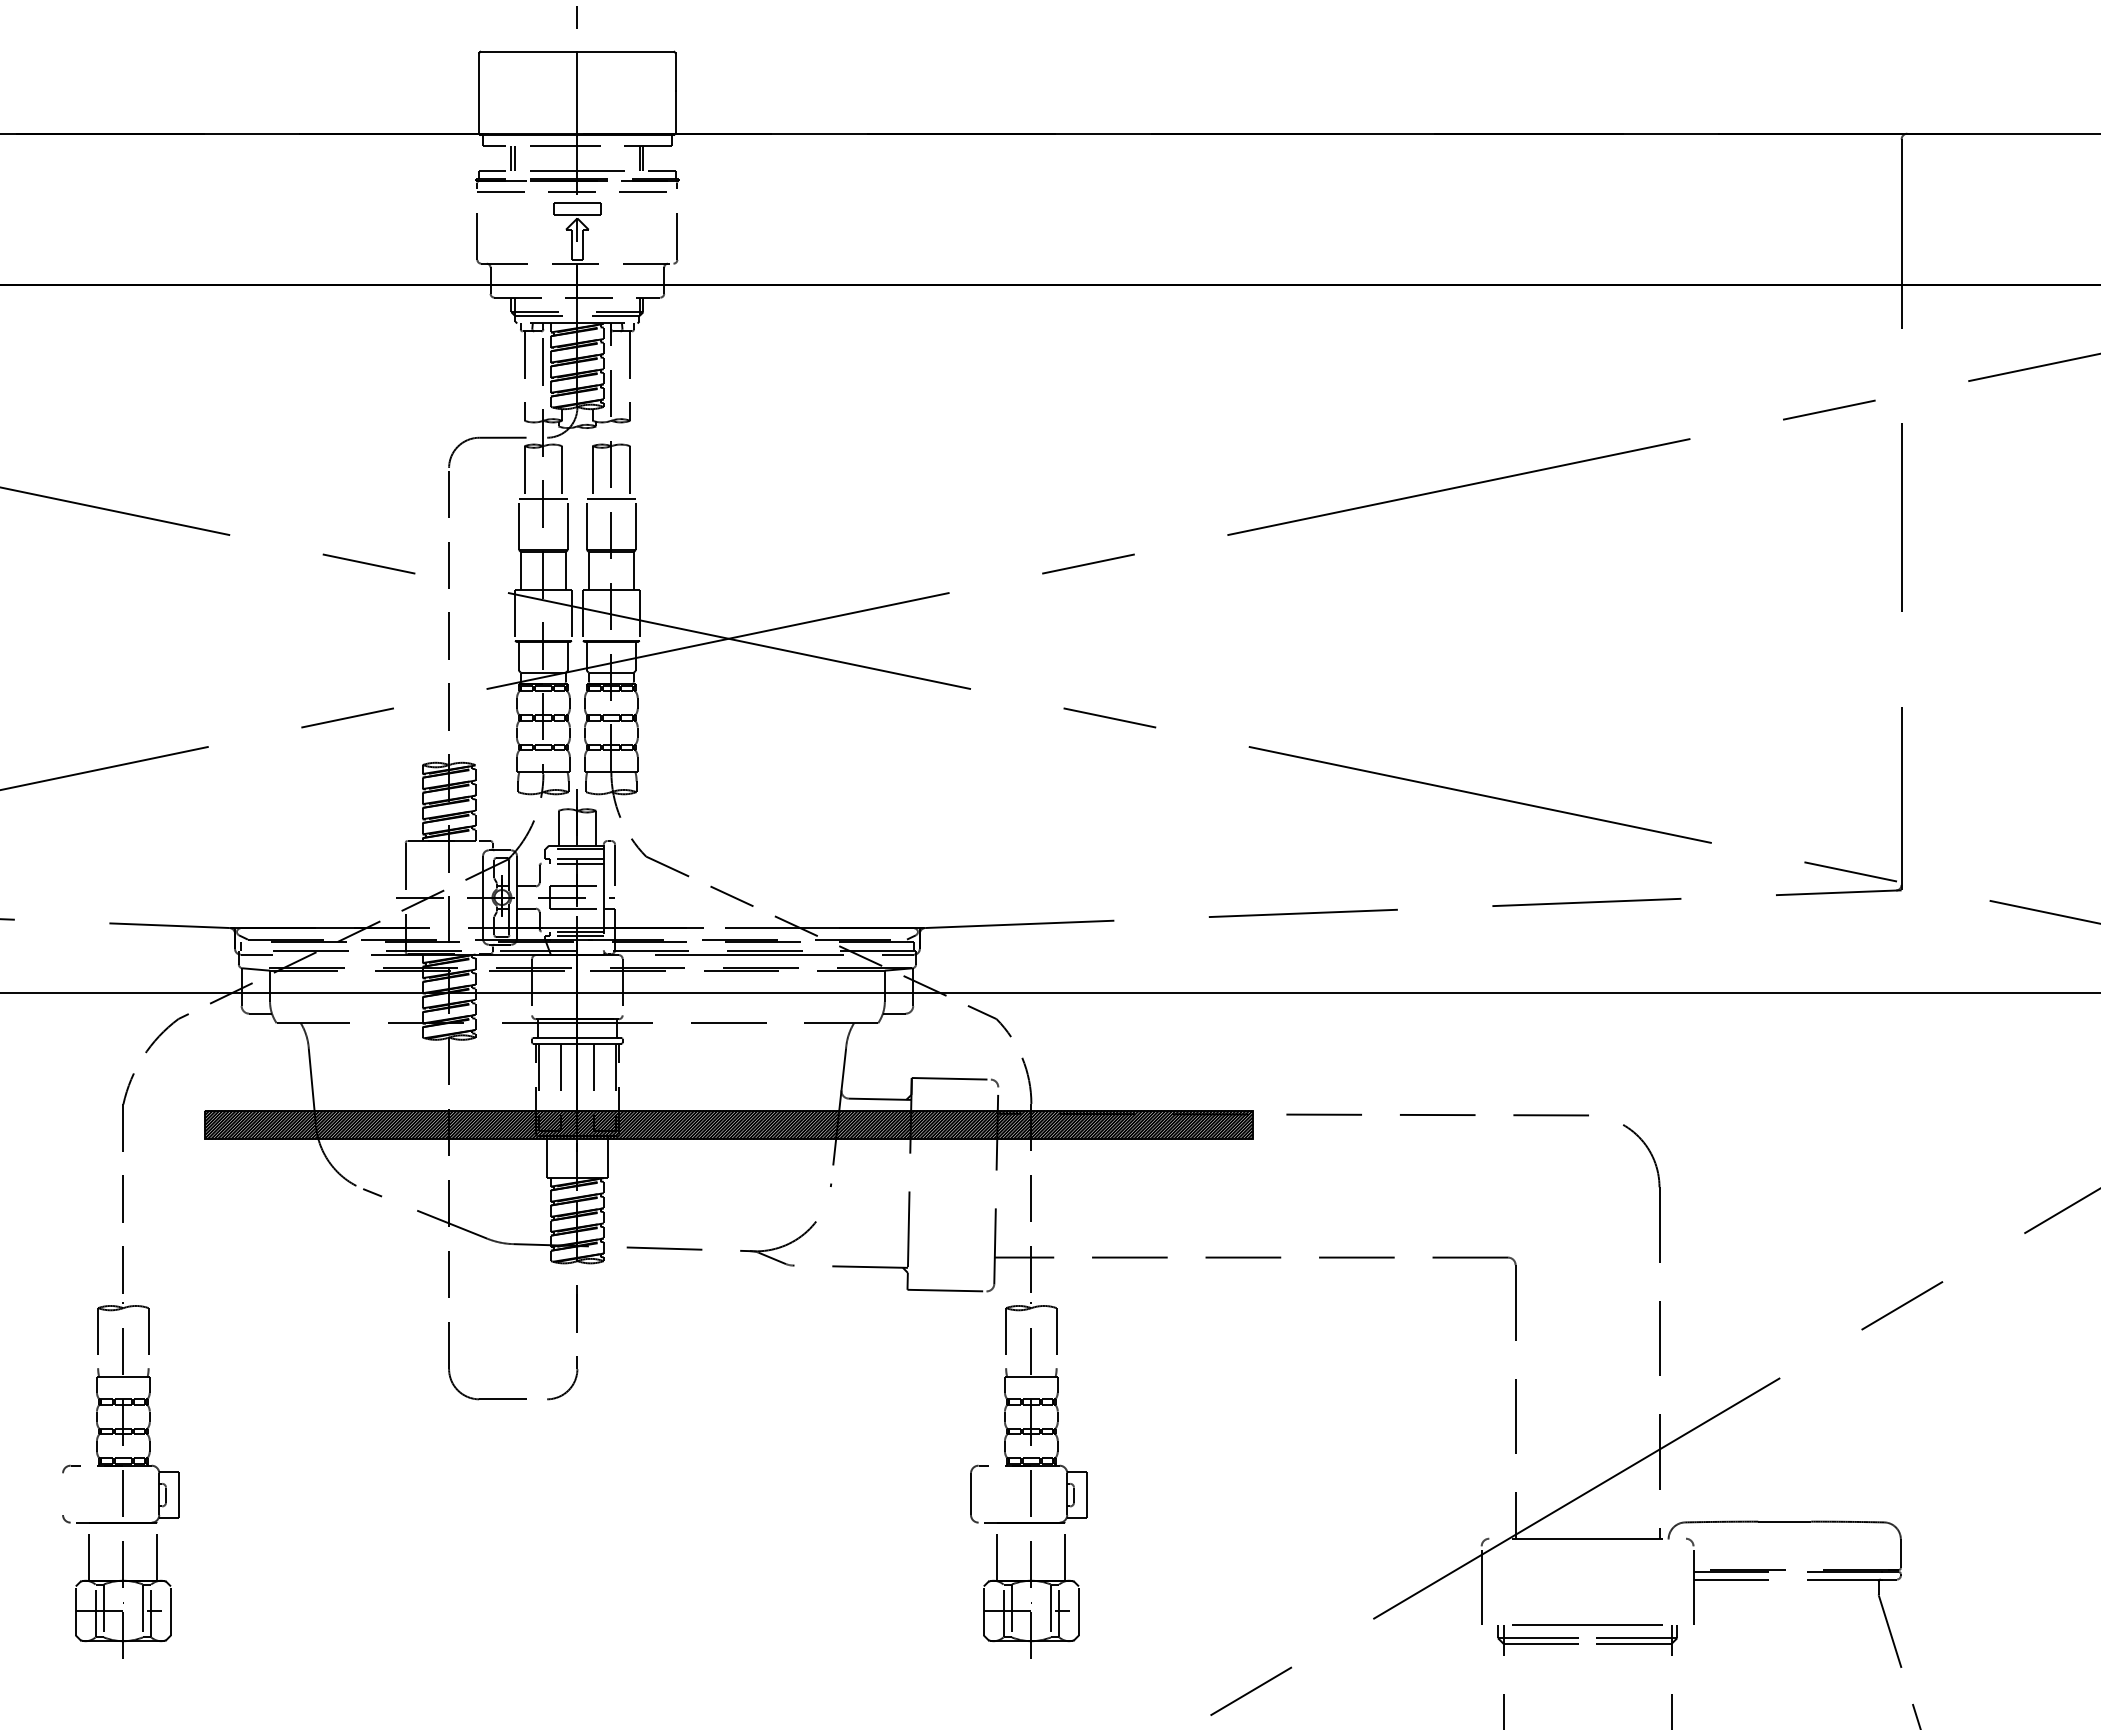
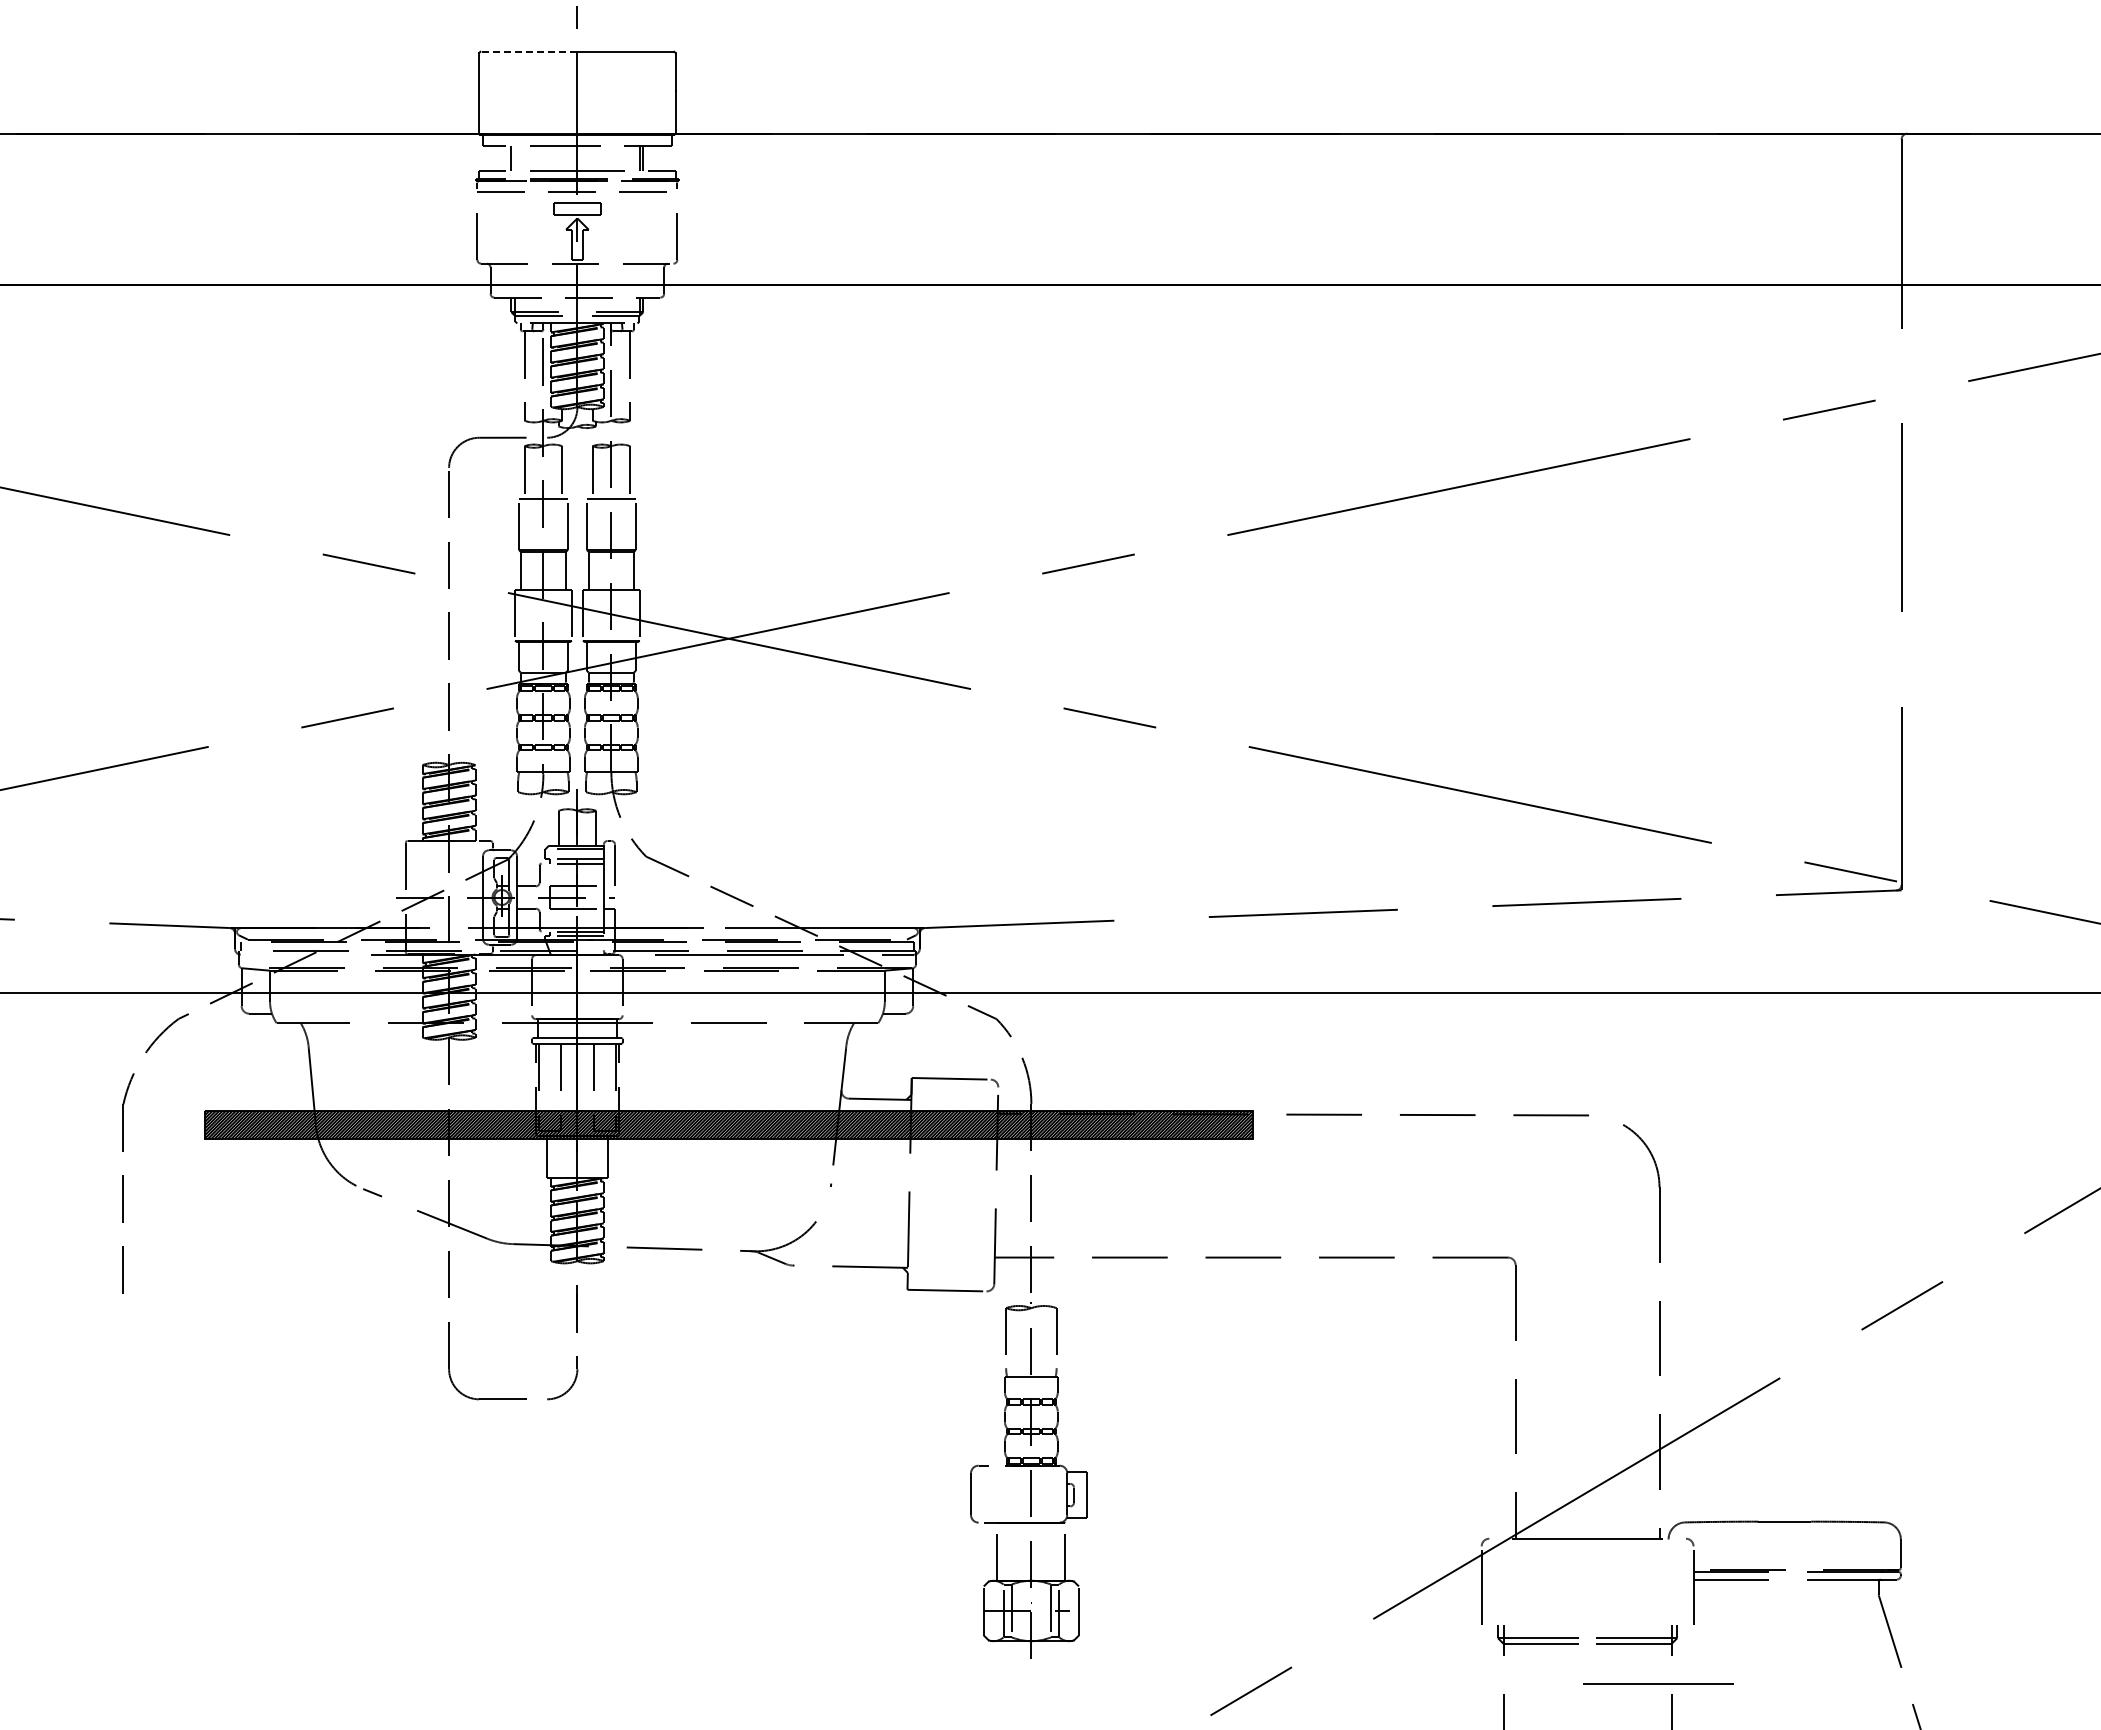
line at (528, 51): solid -> dashed
line at (515, 158): present -> none
line at (256, 954): present -> none
part at (120, 1480): present -> none
line at (1587, 1624) position: (1587, 1624) -> (1658, 1683)
